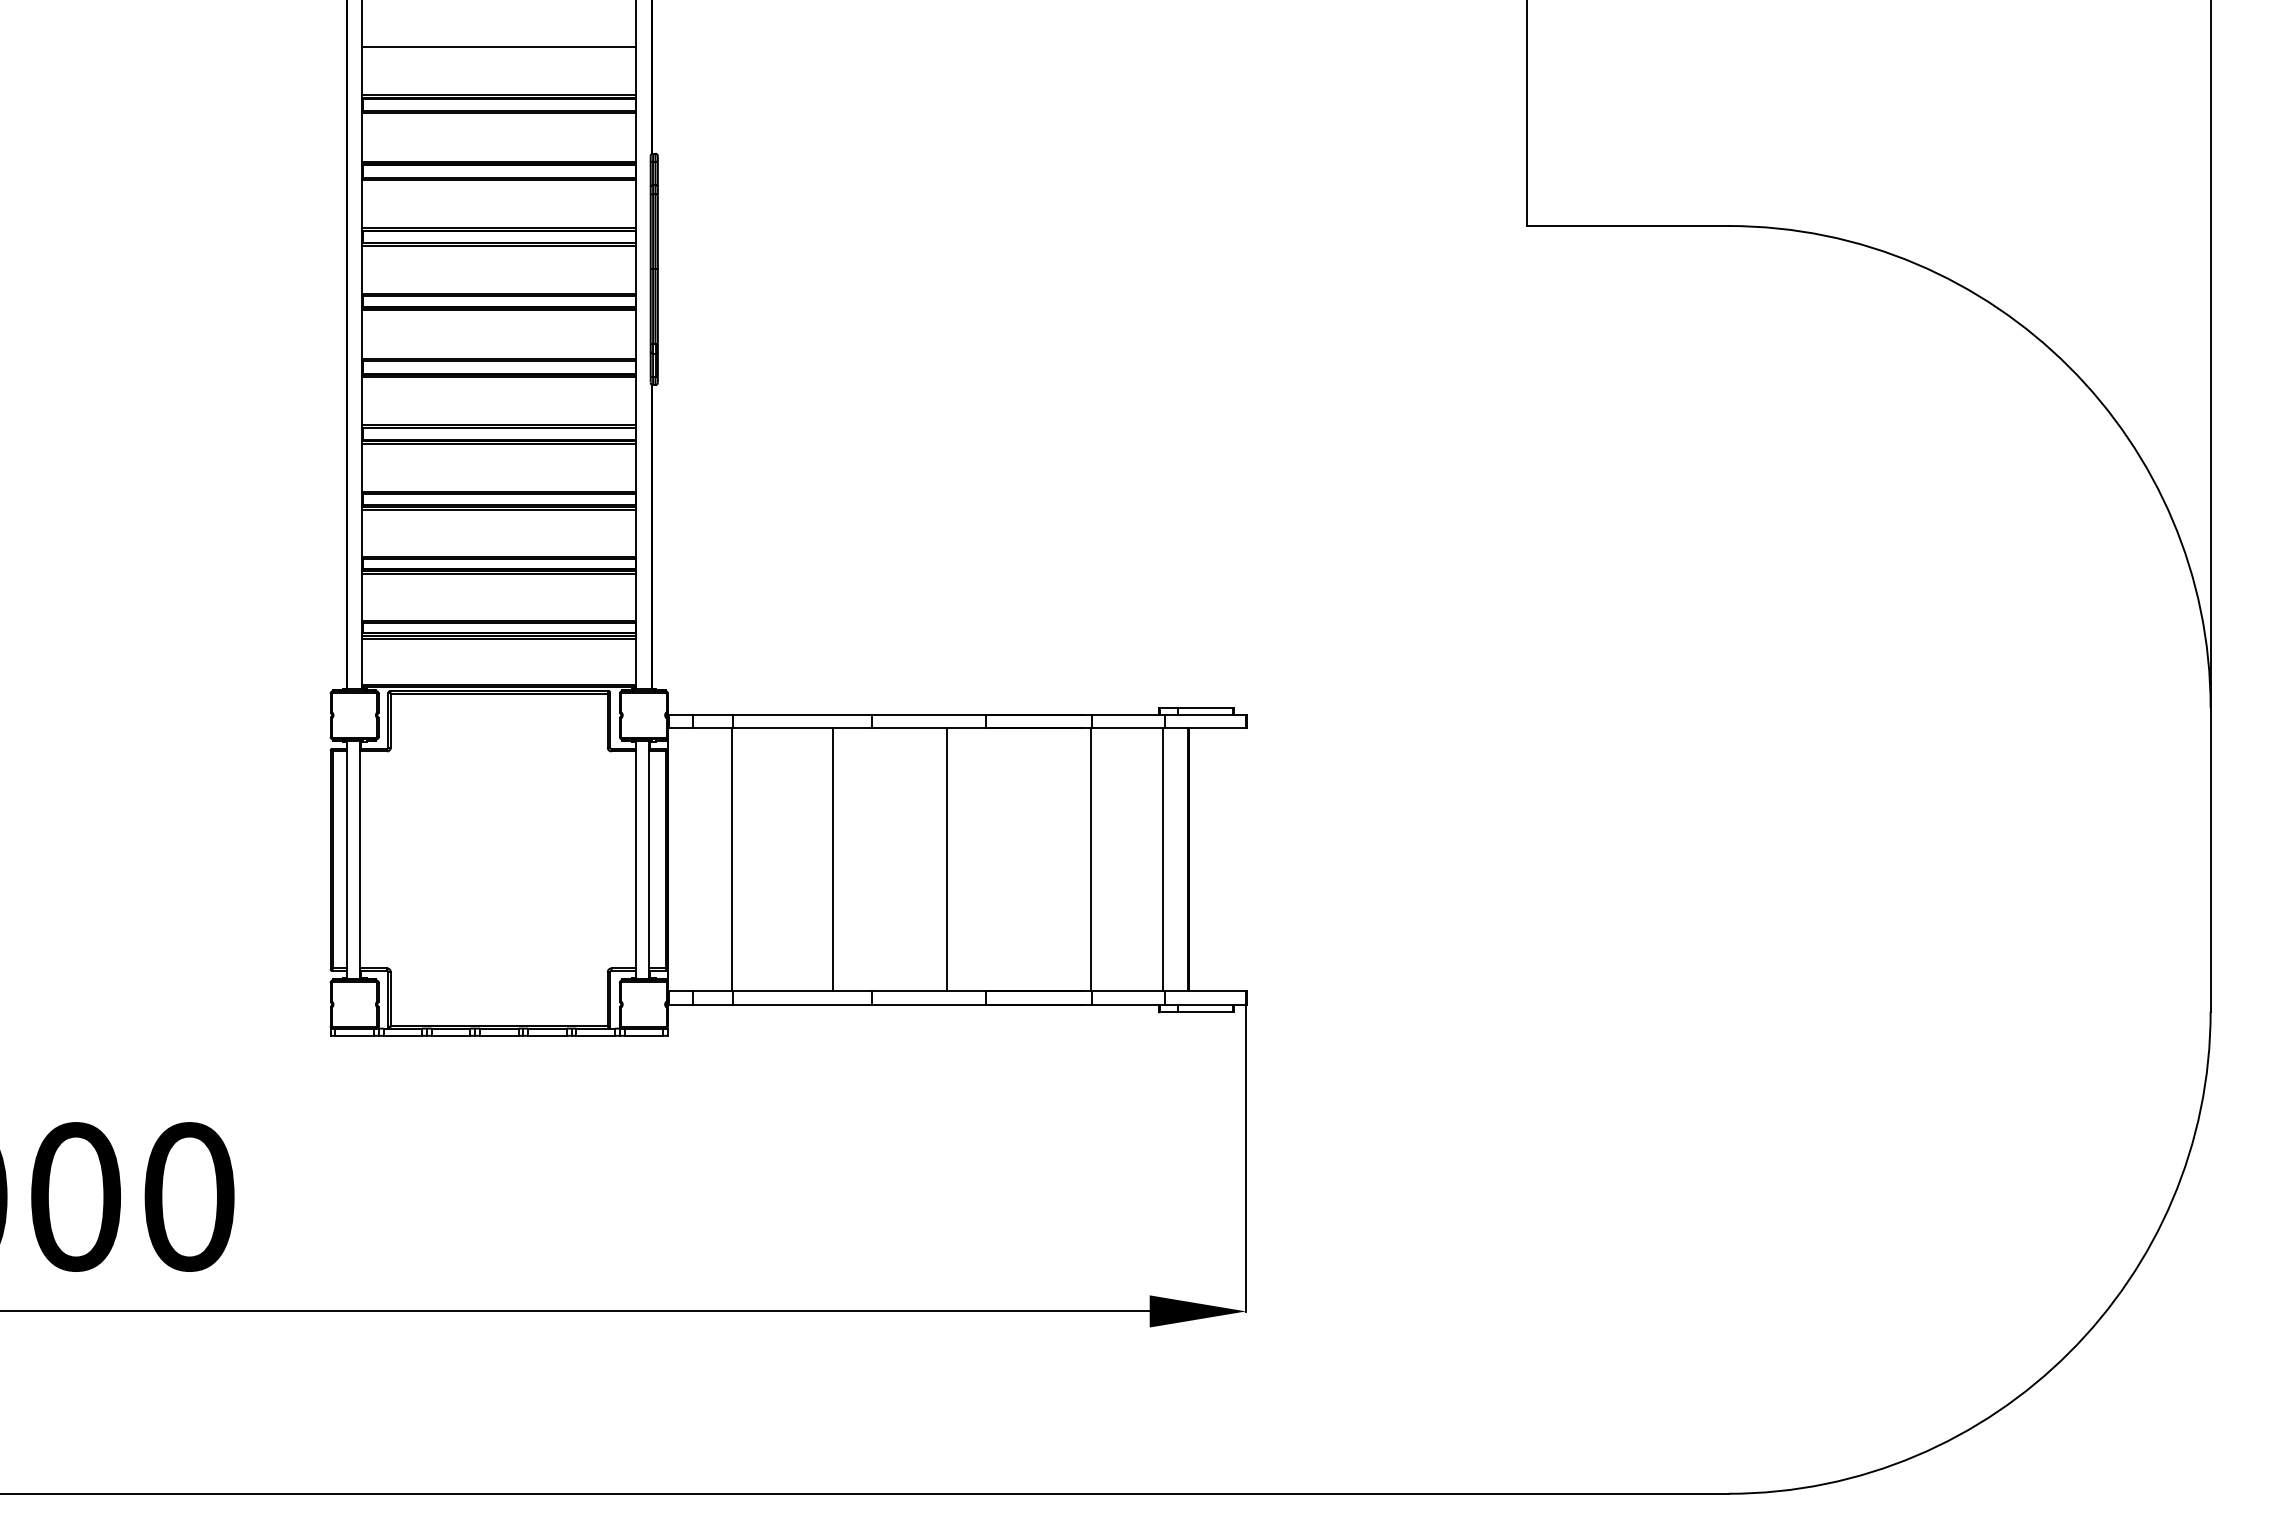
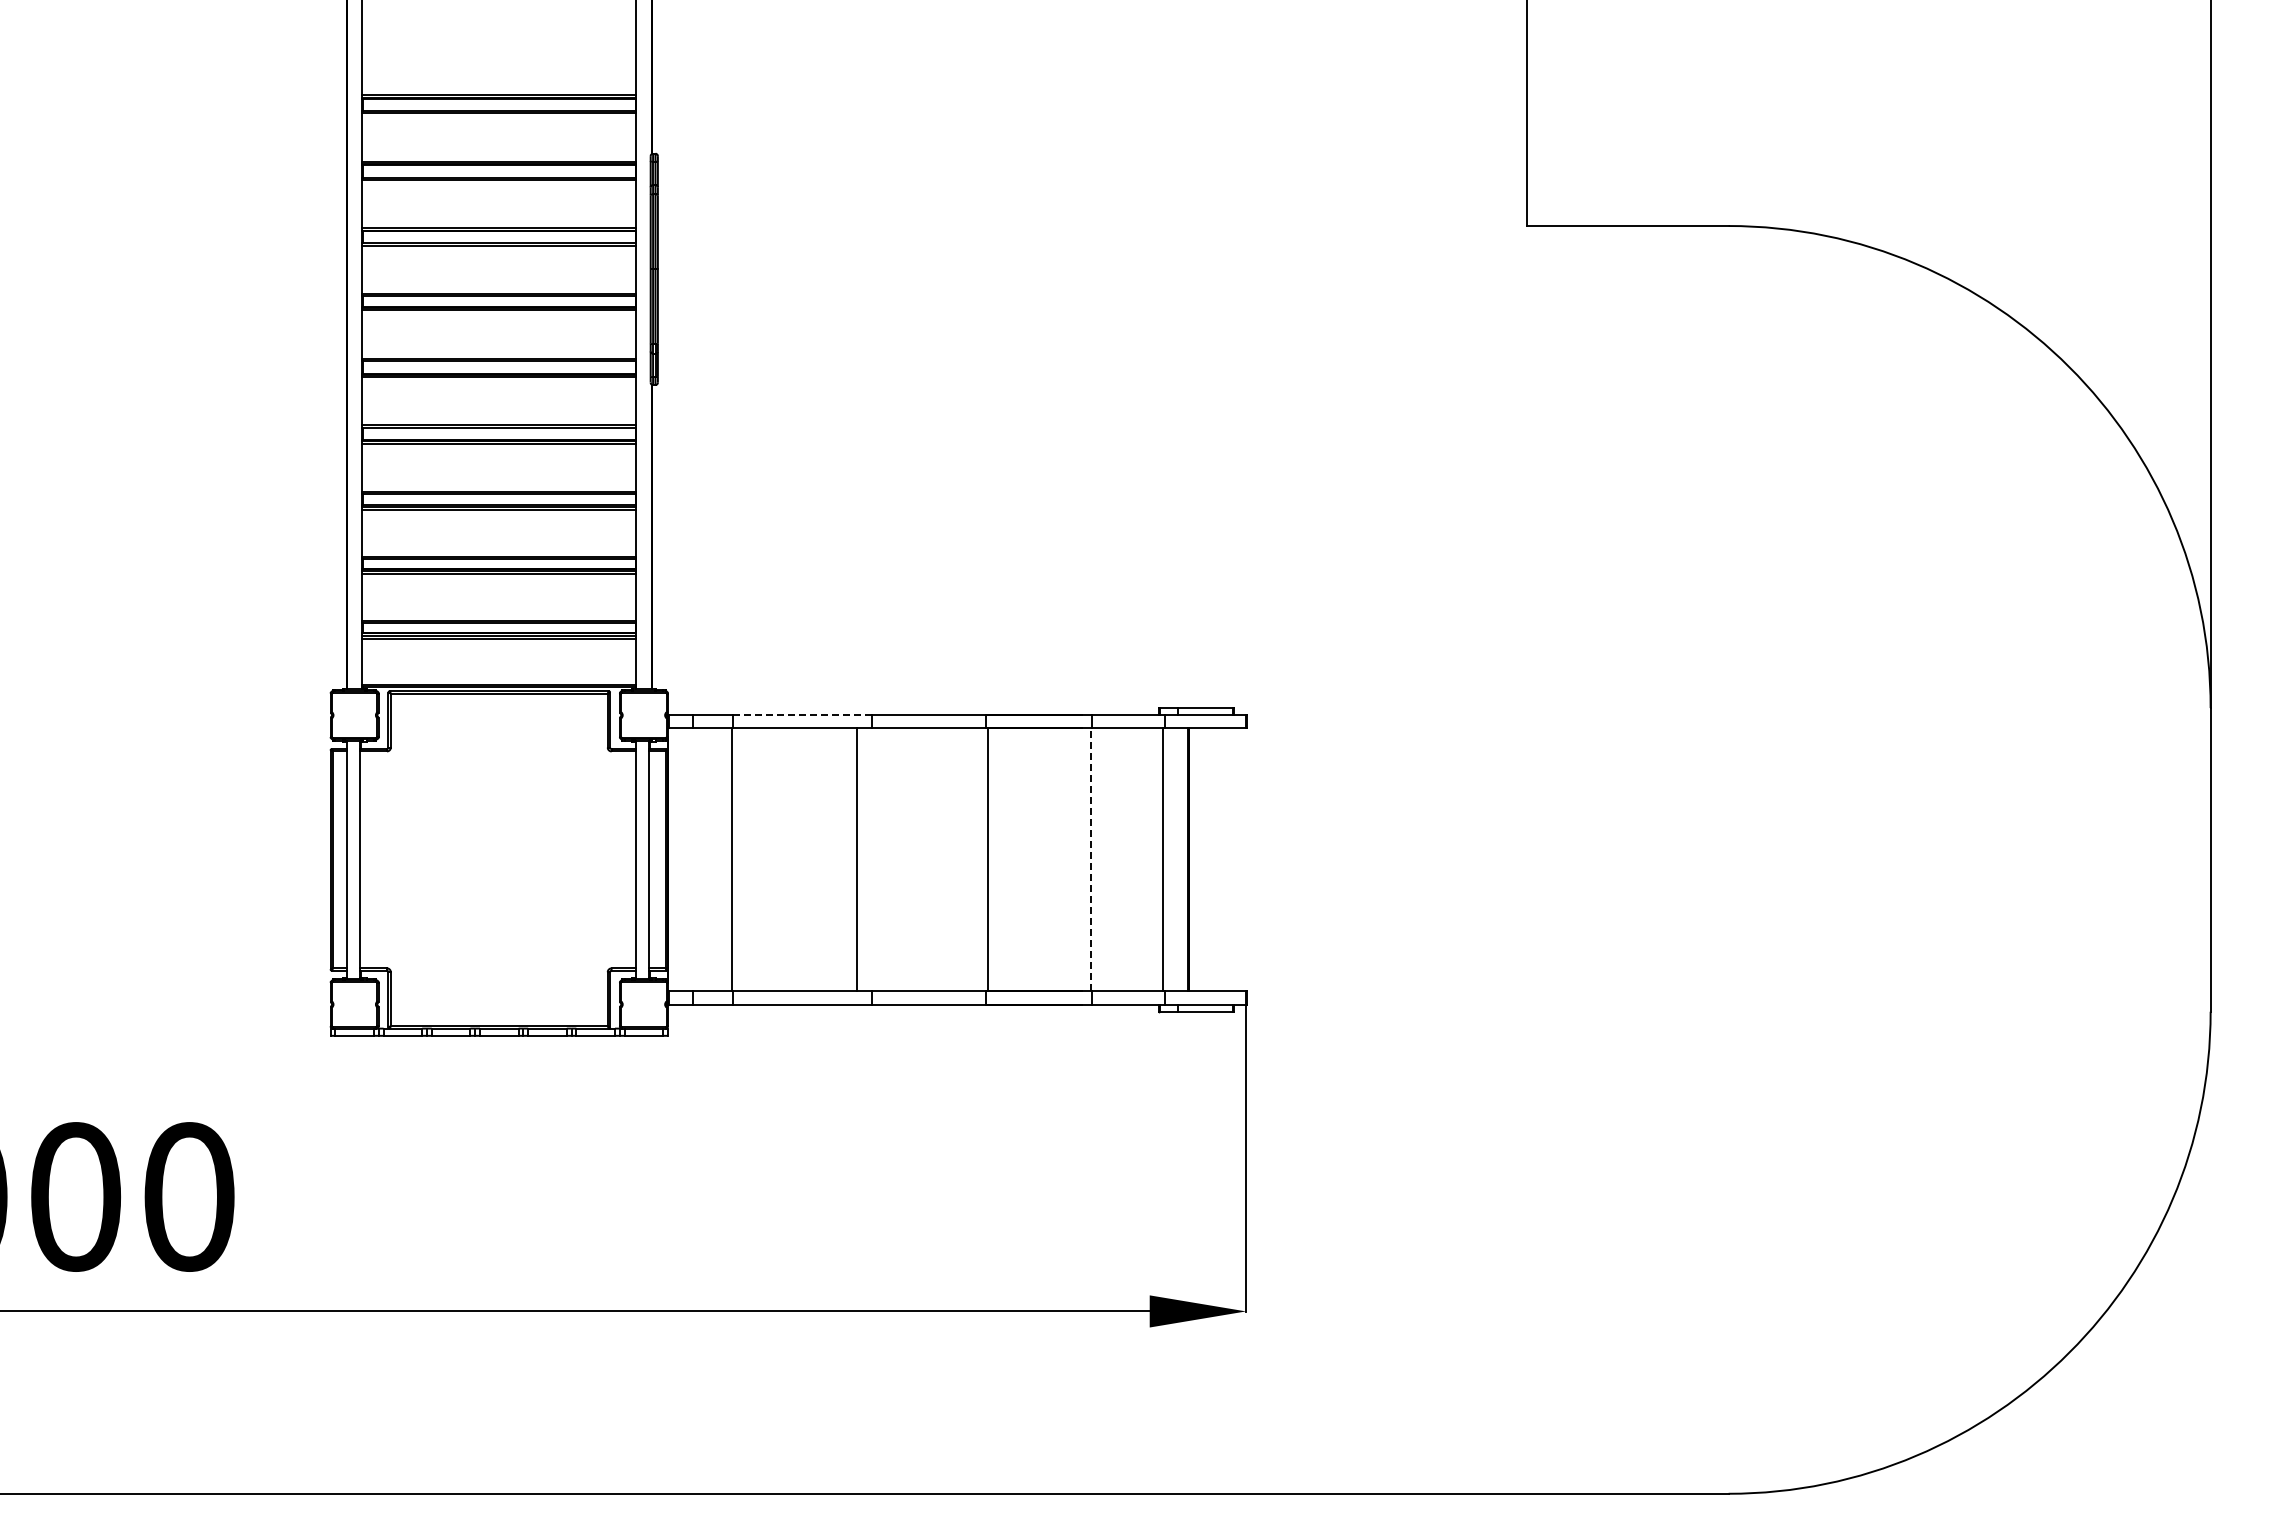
line at (499, 47): present -> none
line at (801, 715): solid -> dashed
line at (832, 859) position: (832, 859) -> (856, 859)
line at (947, 859) position: (947, 859) -> (988, 859)
line at (1091, 859): solid -> dashed
